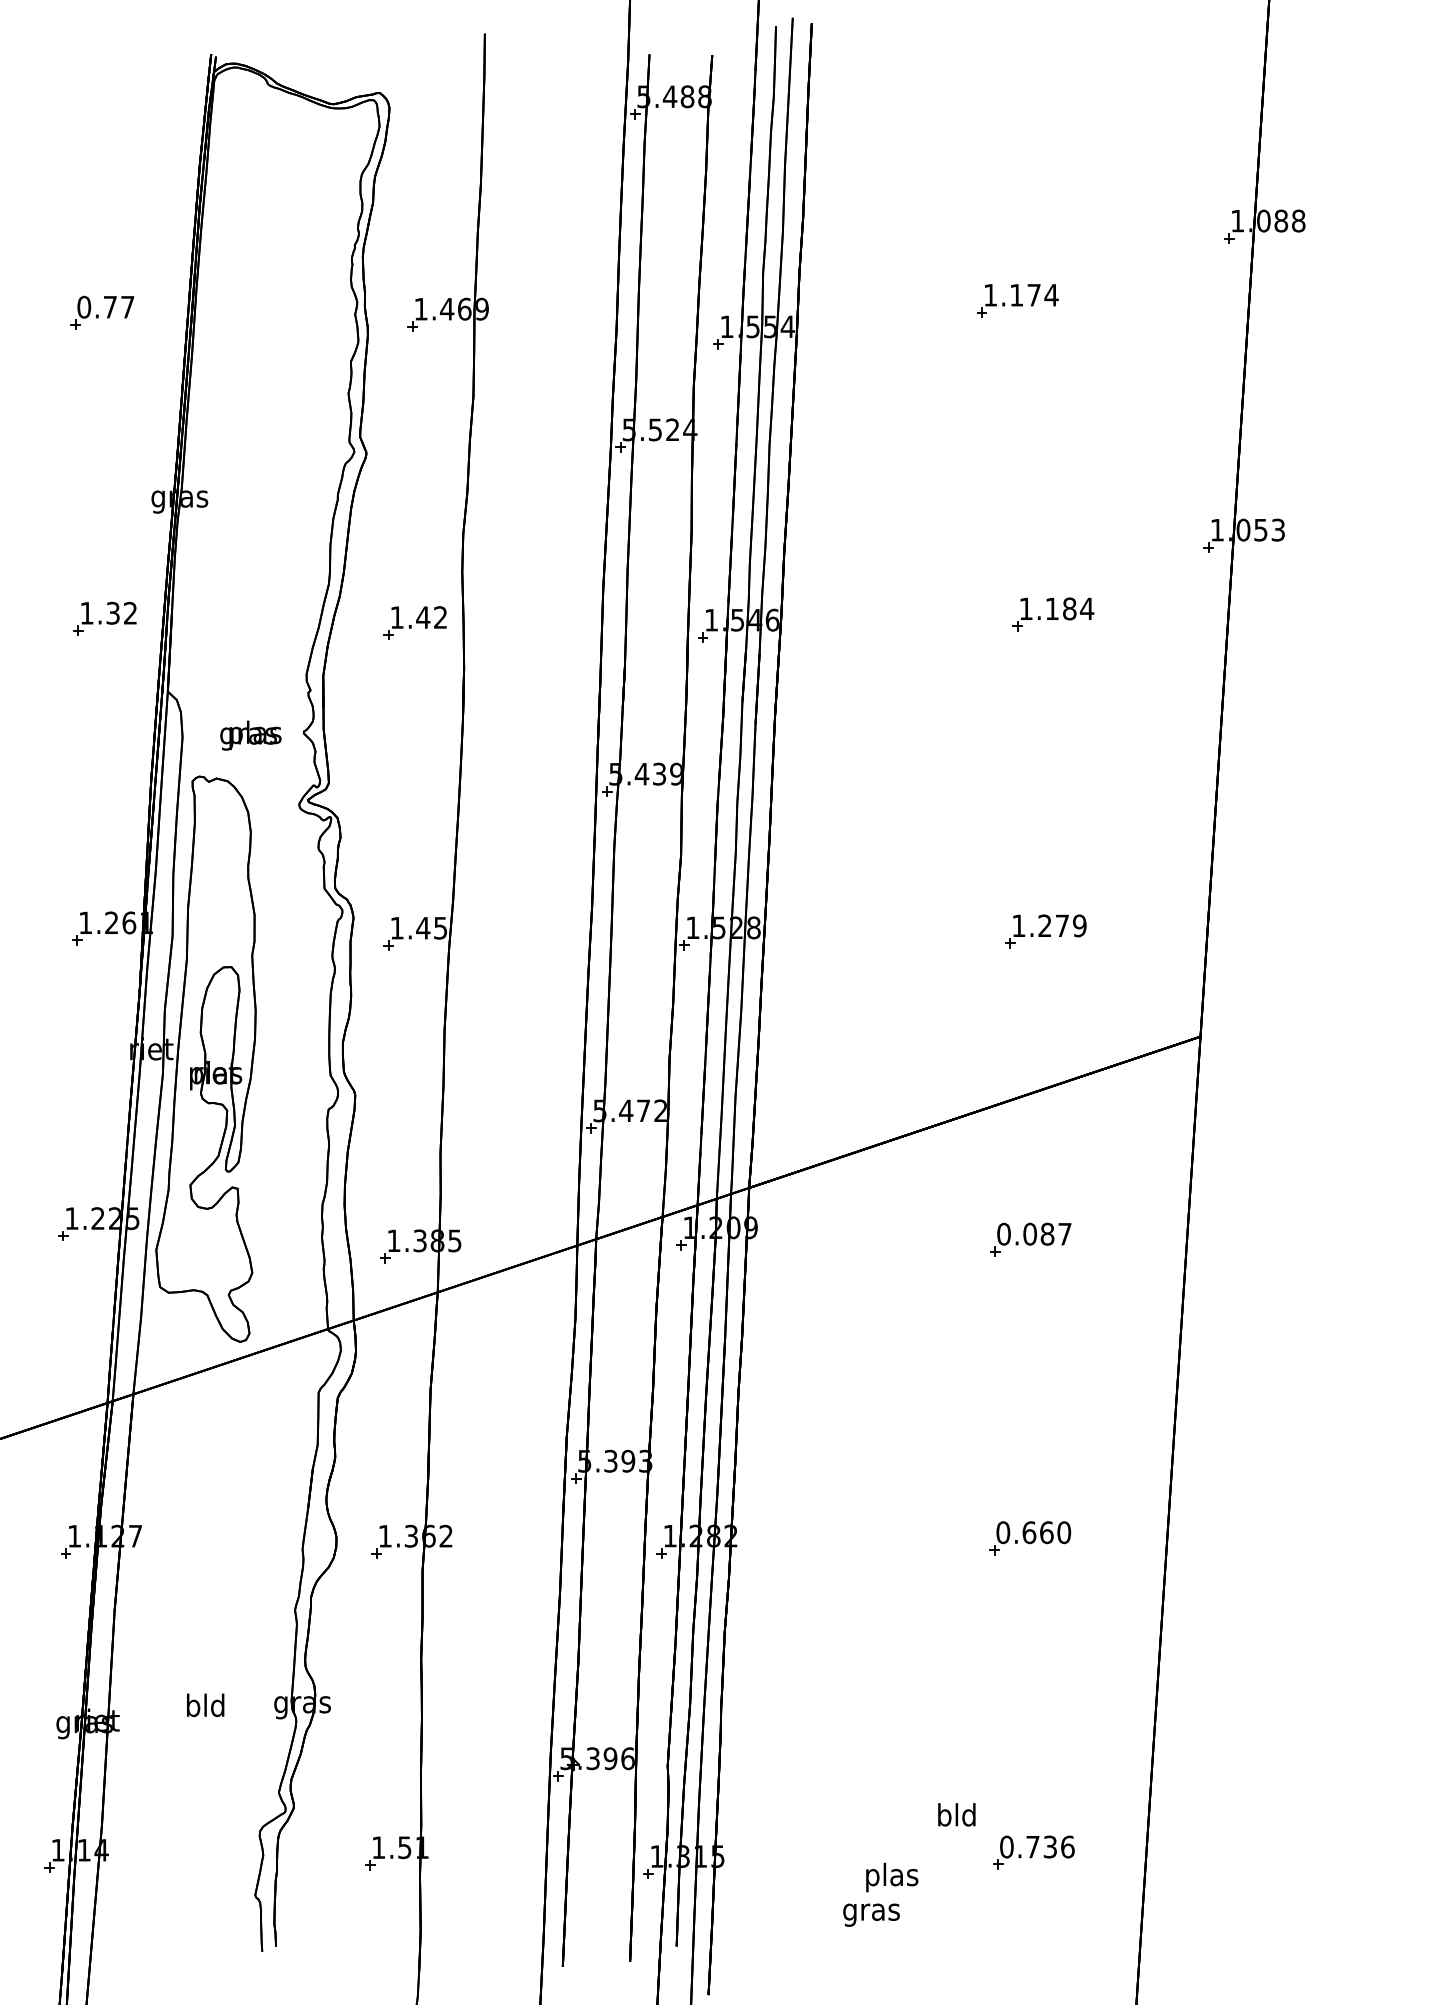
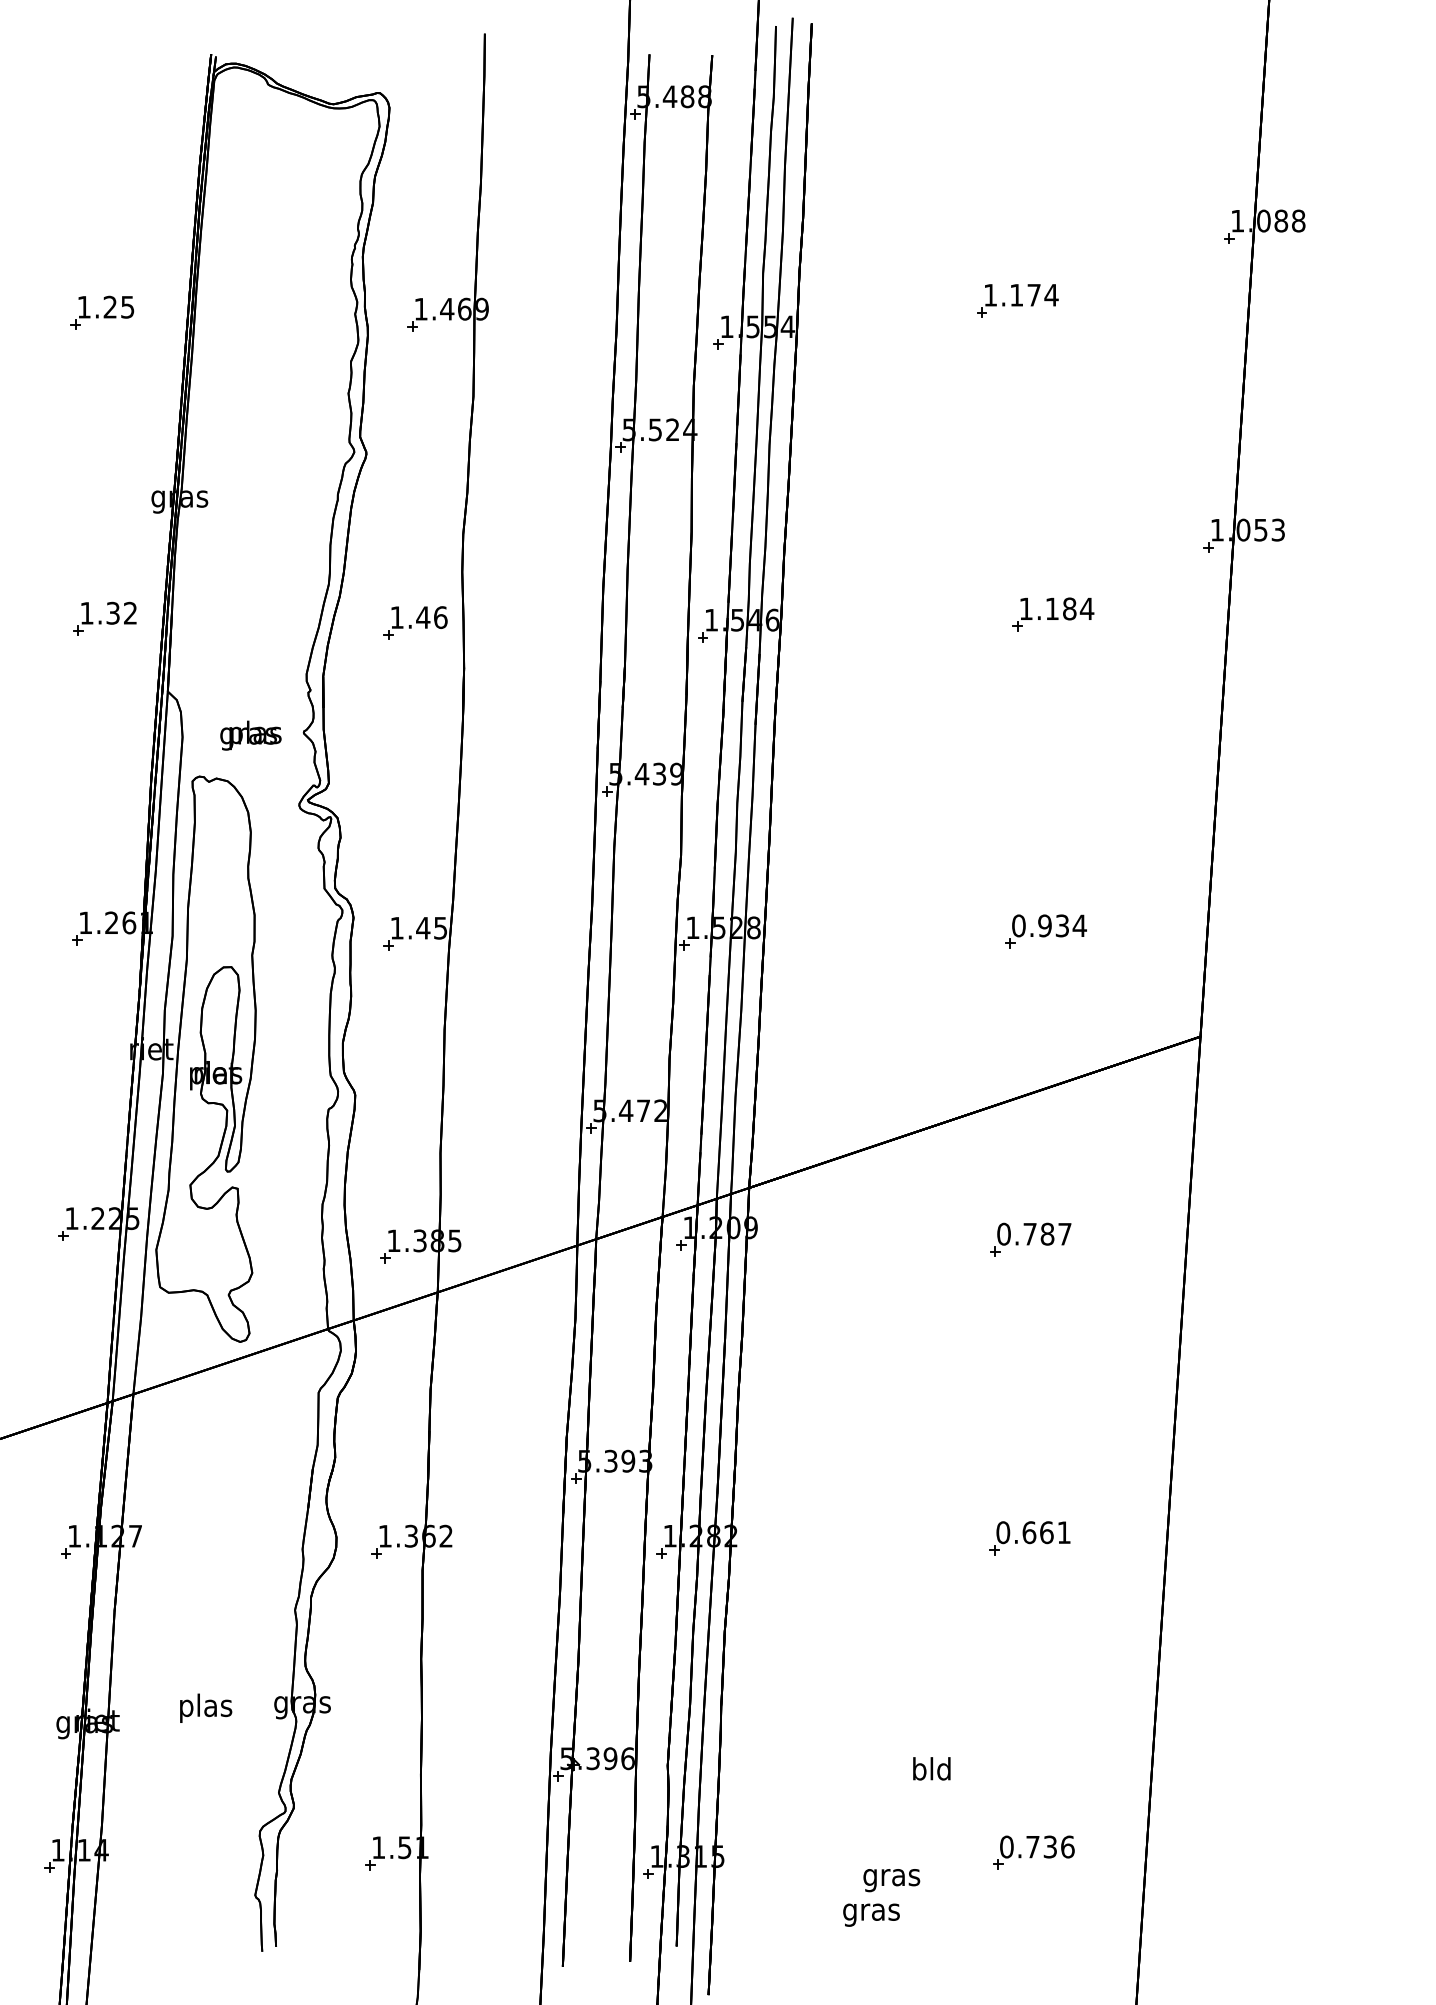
text at (105, 306): 0.77 -> 1.25
text at (440, 617): 1.42 -> 1.46
text at (1049, 925): 1.279 -> 0.934
text at (1029, 1233): 0.087 -> 0.787
text at (1064, 1532): 0.660 -> 0.661
text at (206, 1707): bld -> plas
text at (956, 1814) position: (956, 1814) -> (931, 1768)
text at (891, 1877): plas -> gras
